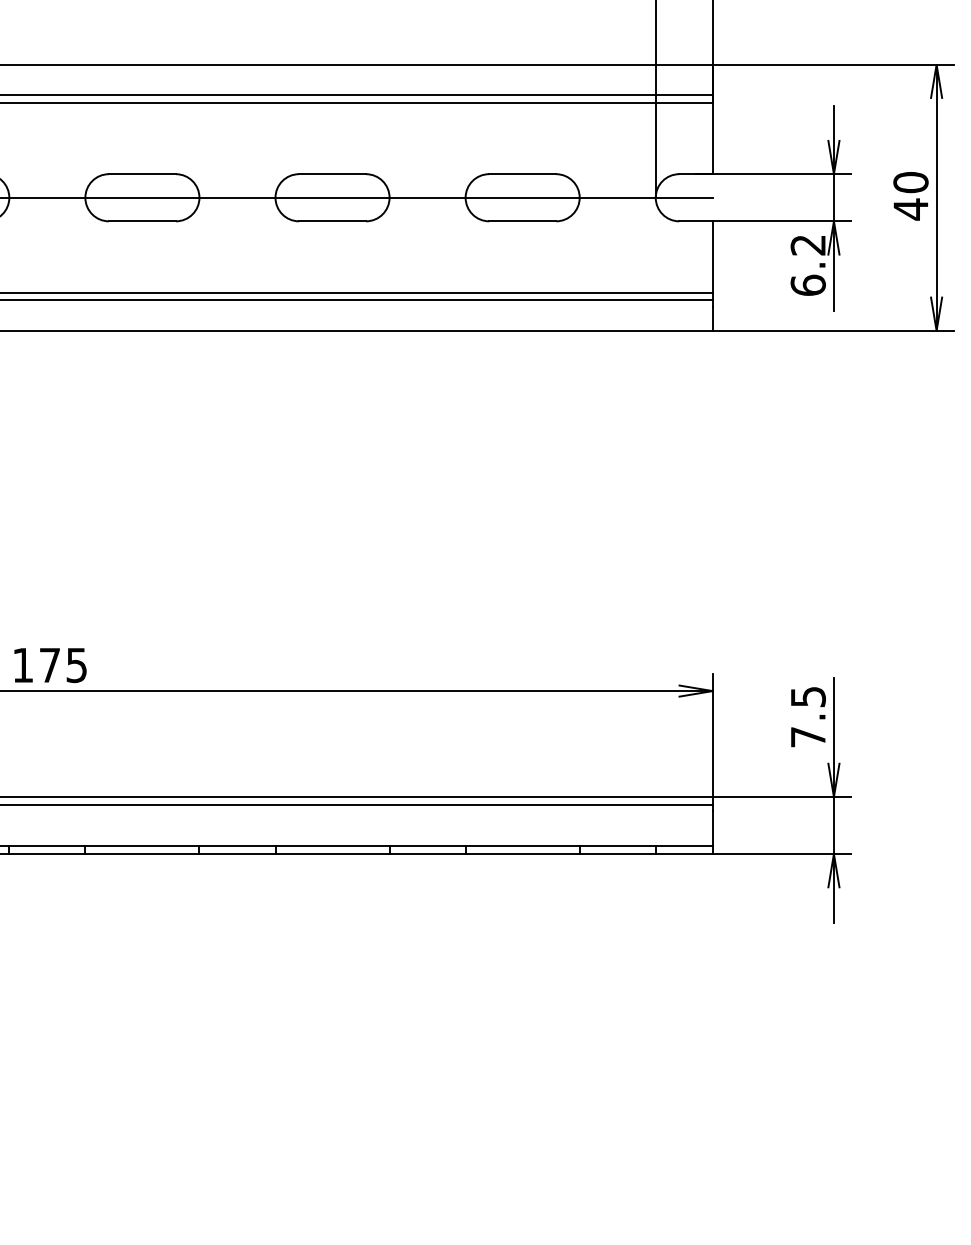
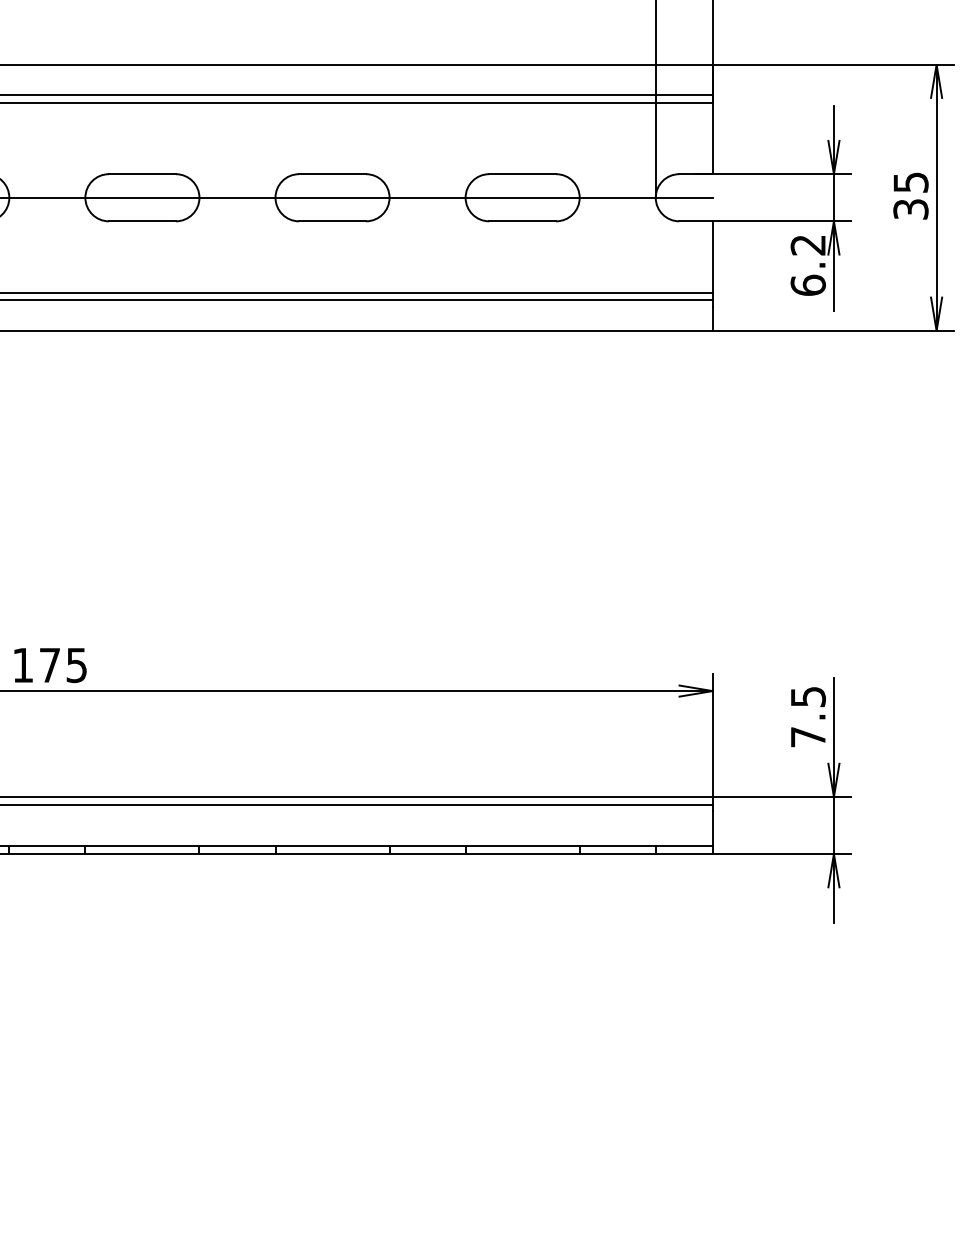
text at (910, 196): 40 -> 35
